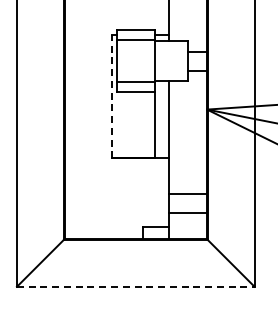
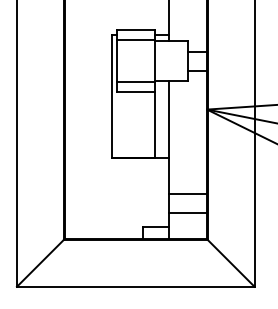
line at (112, 96): dashed -> solid
line at (135, 286): dashed -> solid
